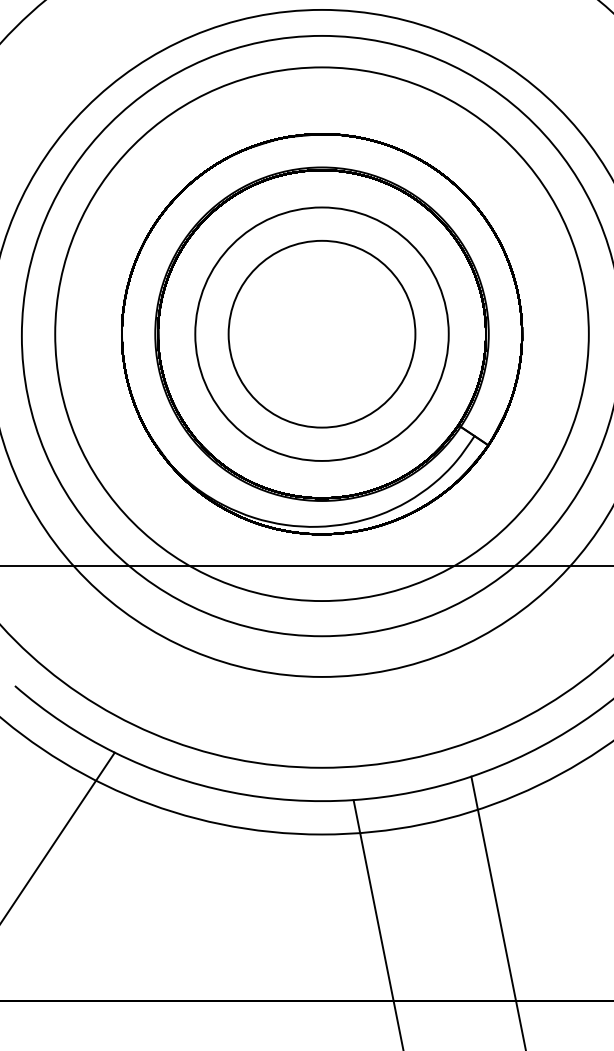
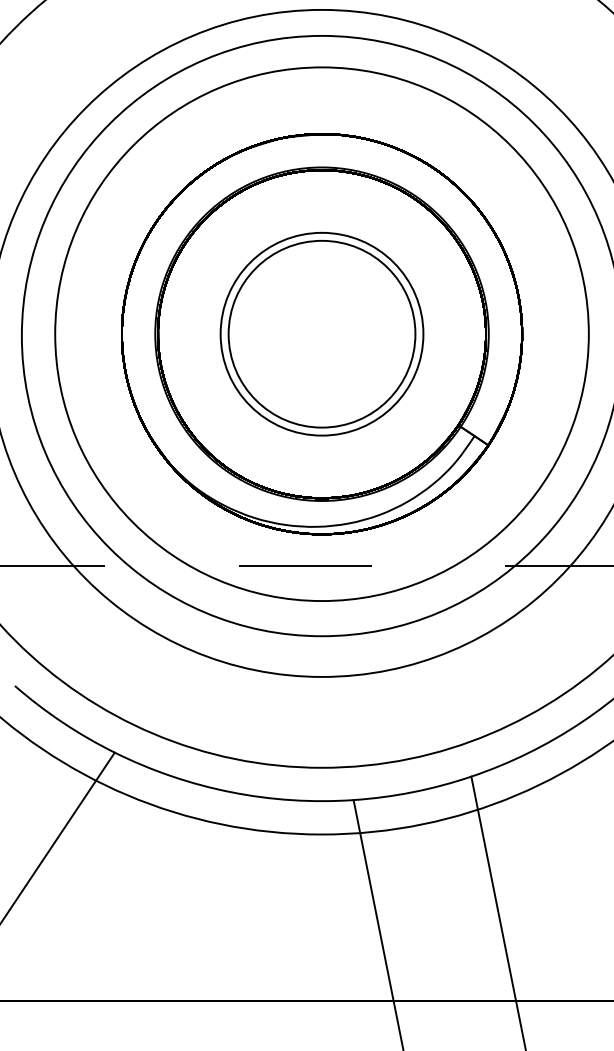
circle at (321, 333) diameter: 253 px -> 203 px
line at (306, 566): solid -> dashed
